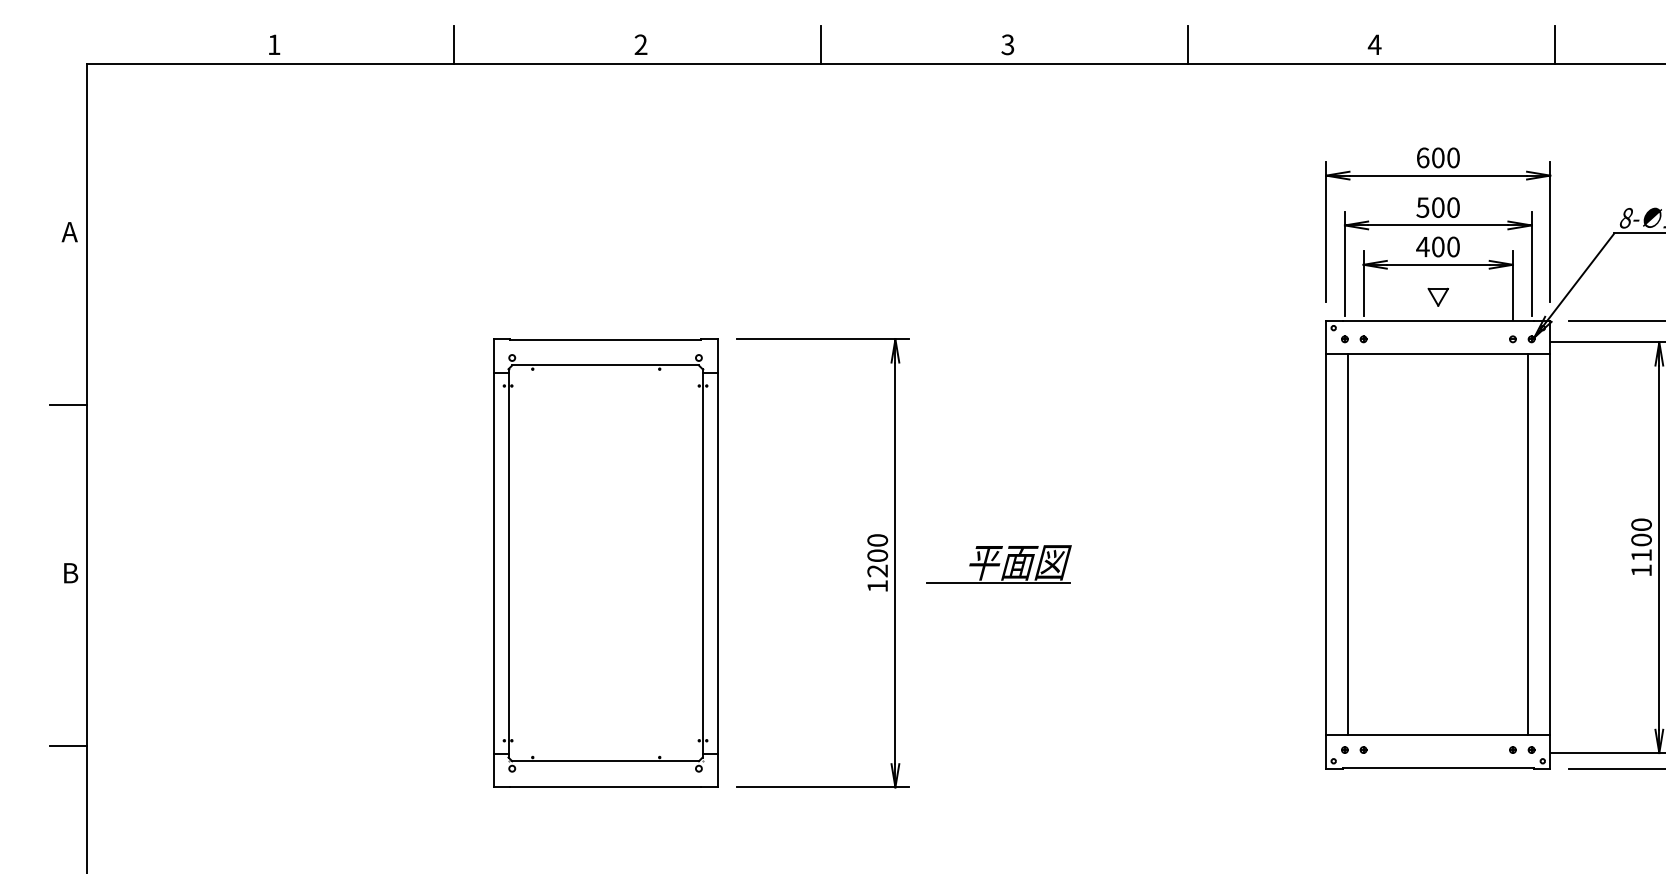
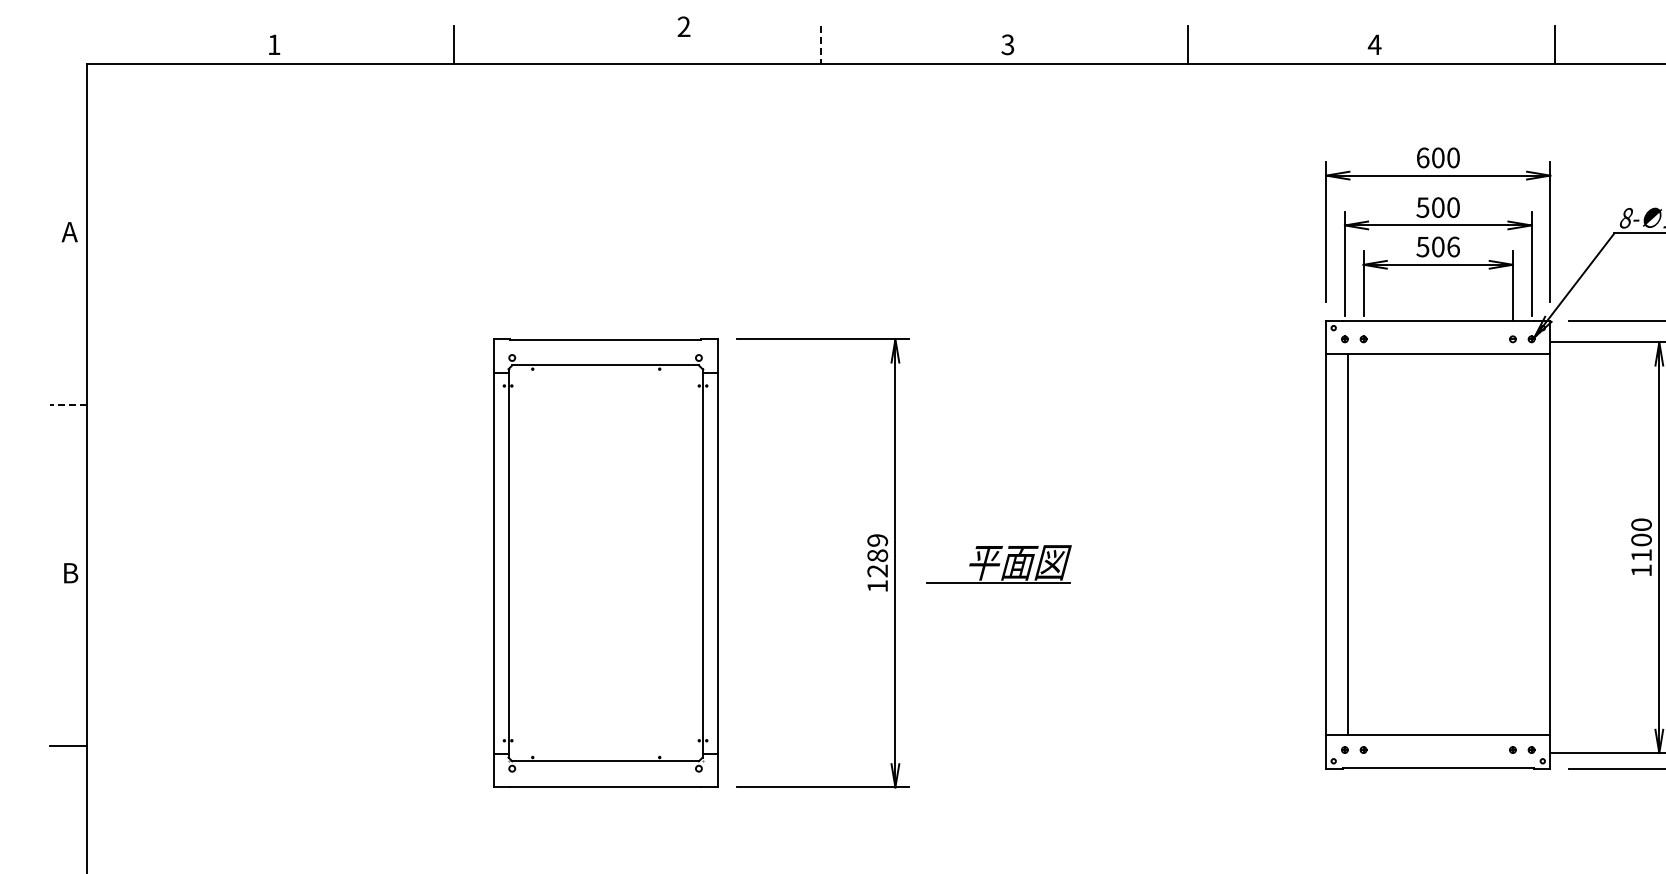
text at (640, 44) position: (640, 44) -> (683, 26)
line at (821, 45): solid -> dashed
text at (1437, 246): 400 -> 506
part at (1437, 296): present -> none
line at (68, 404): solid -> dashed
line at (1528, 544): present -> none
text at (877, 547): 1200 -> 1289
